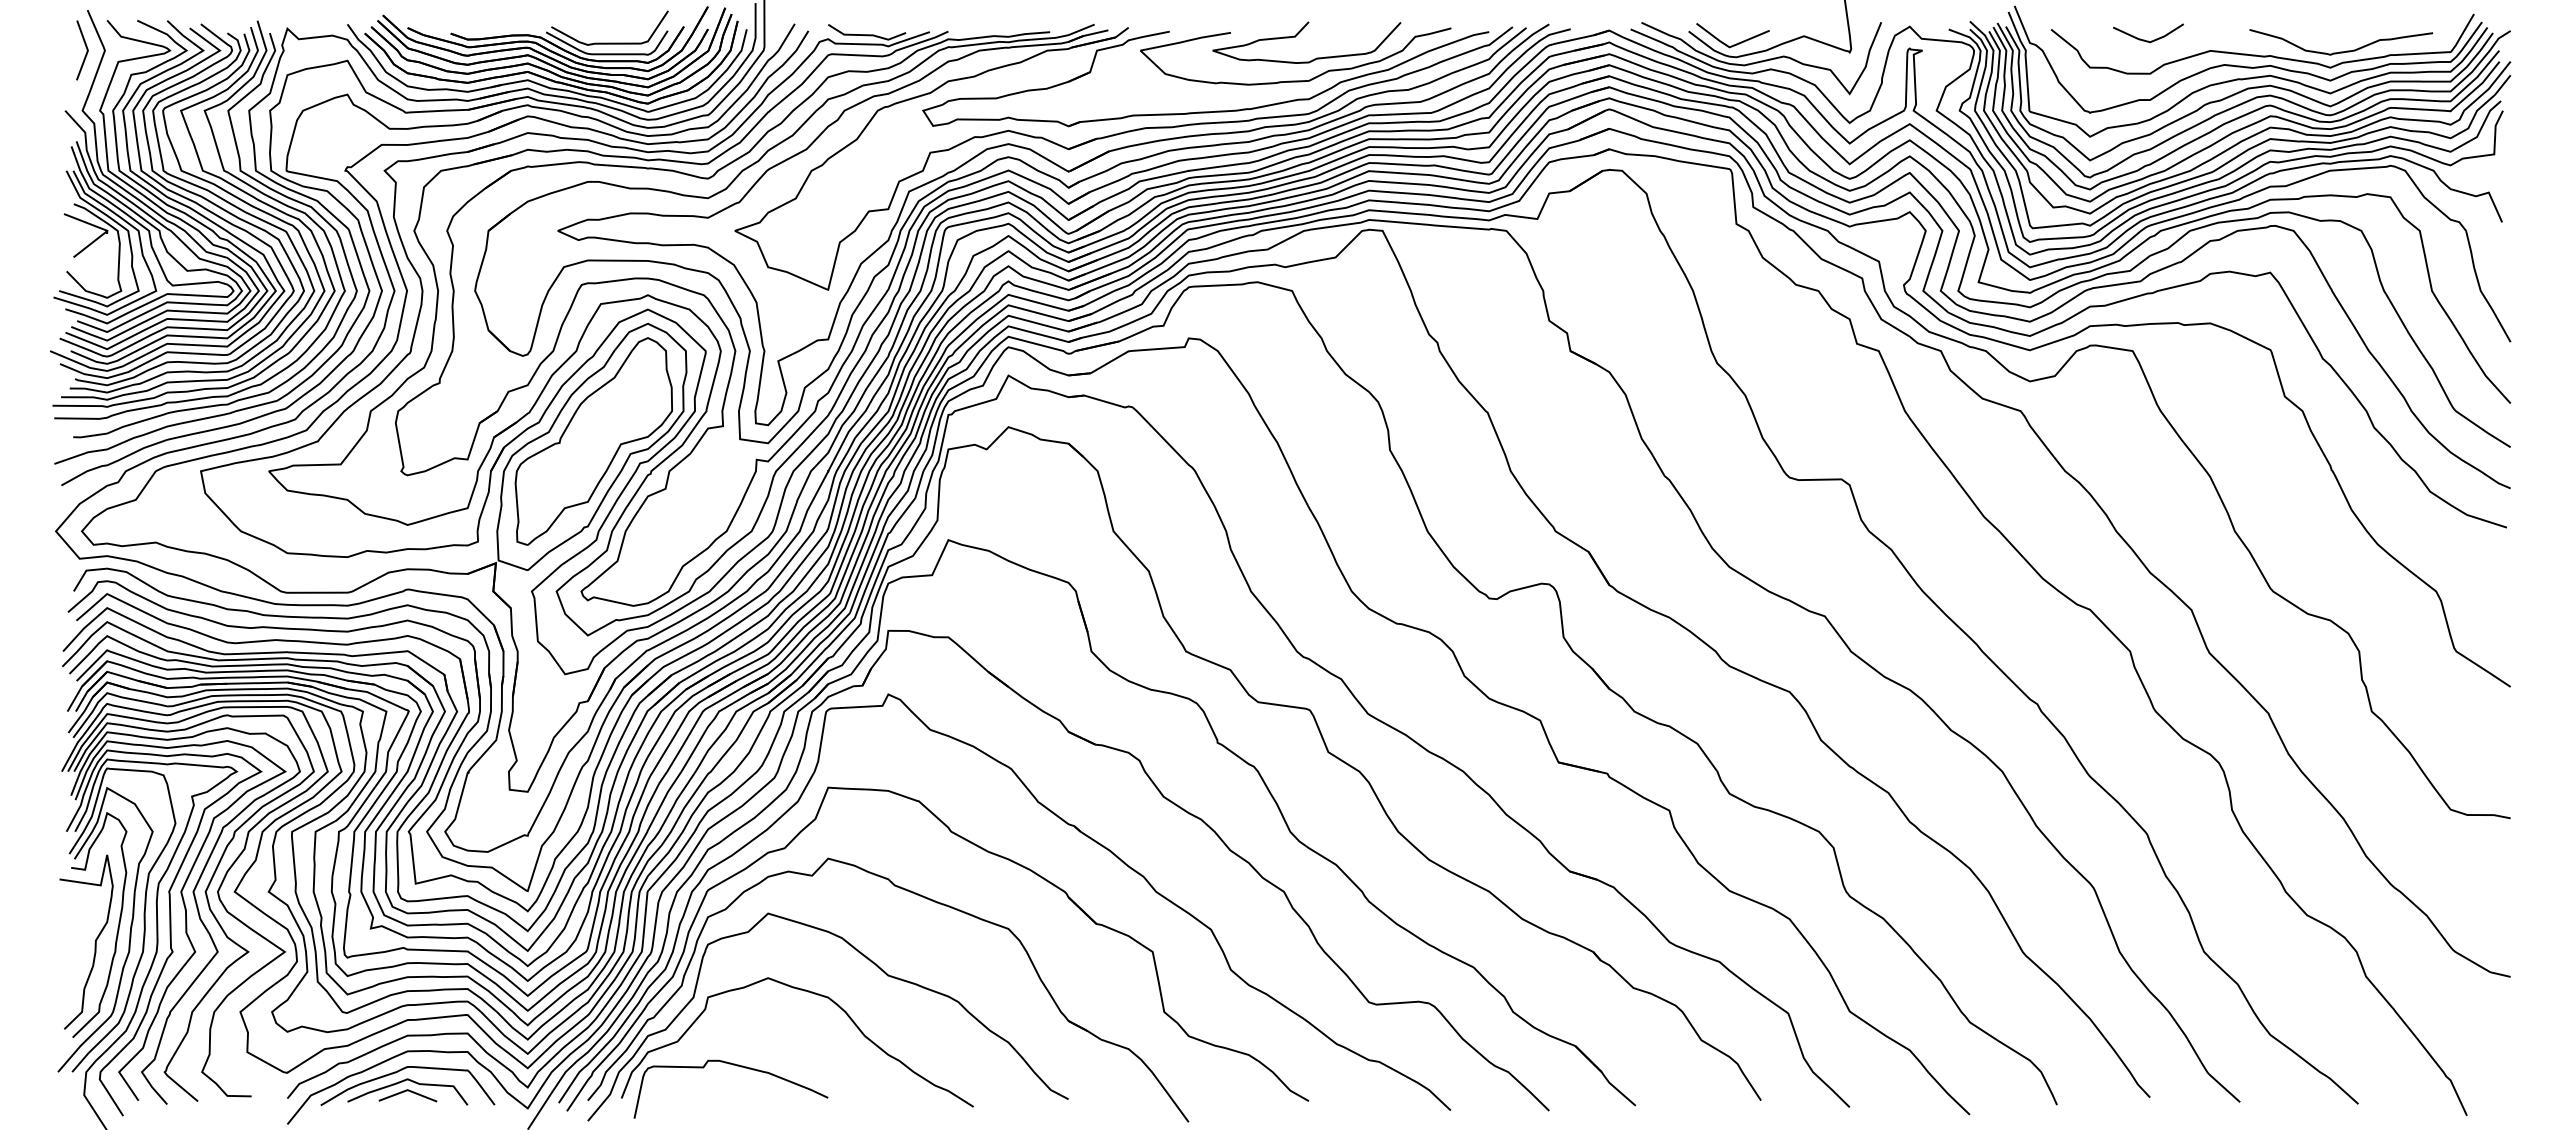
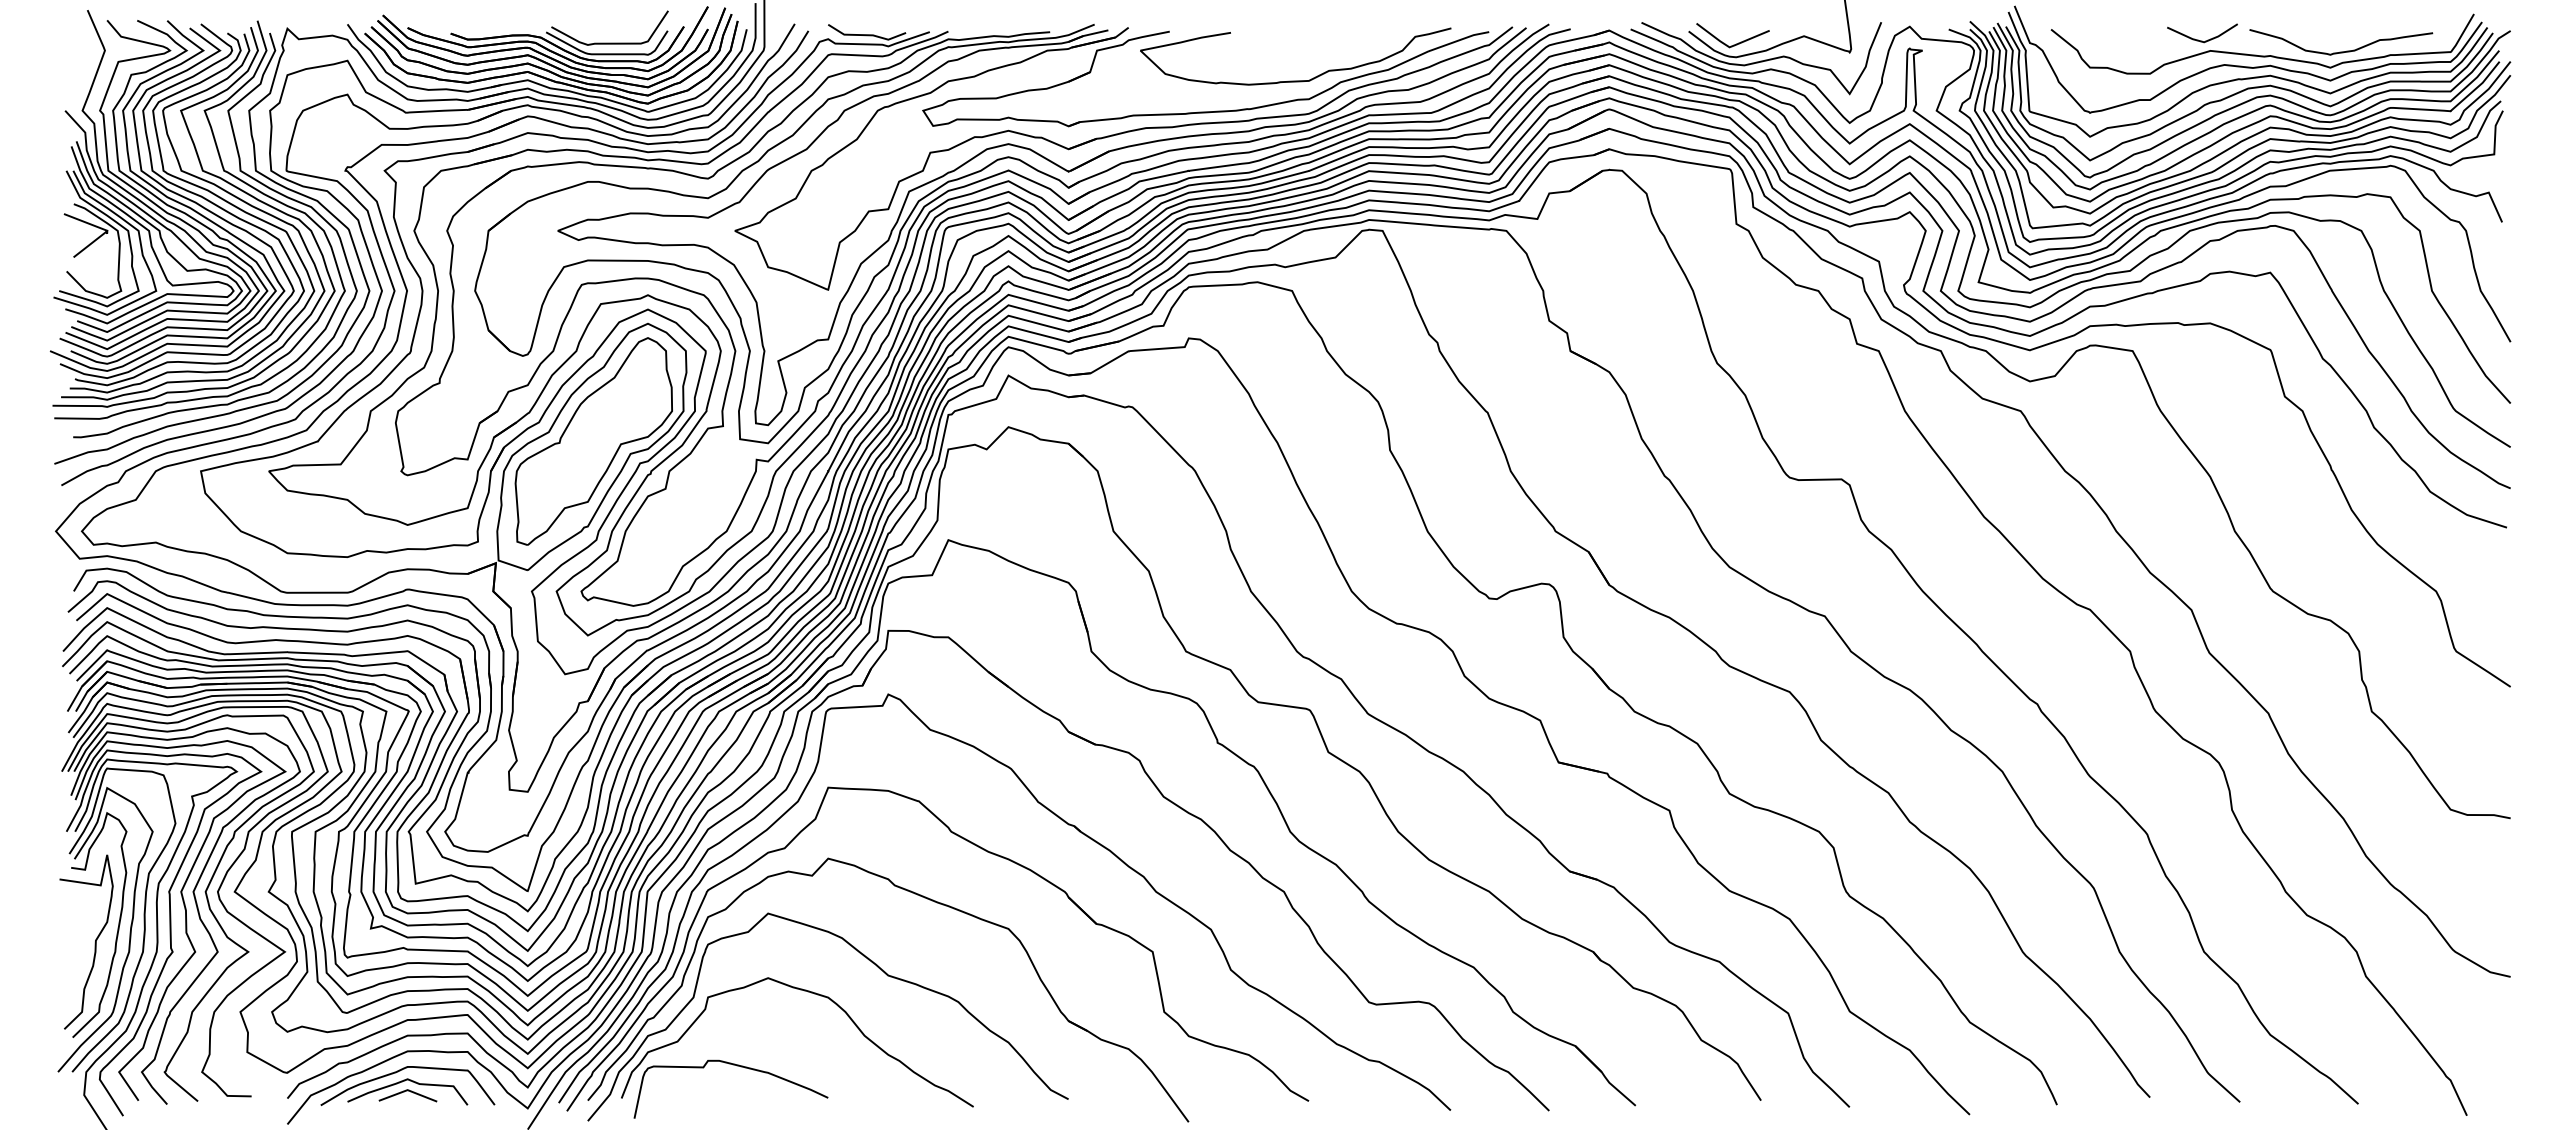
curve at (1298, 34): present -> none
line at (2148, 40) position: (2148, 40) -> (2202, 40)
line at (86, 50): present -> none
